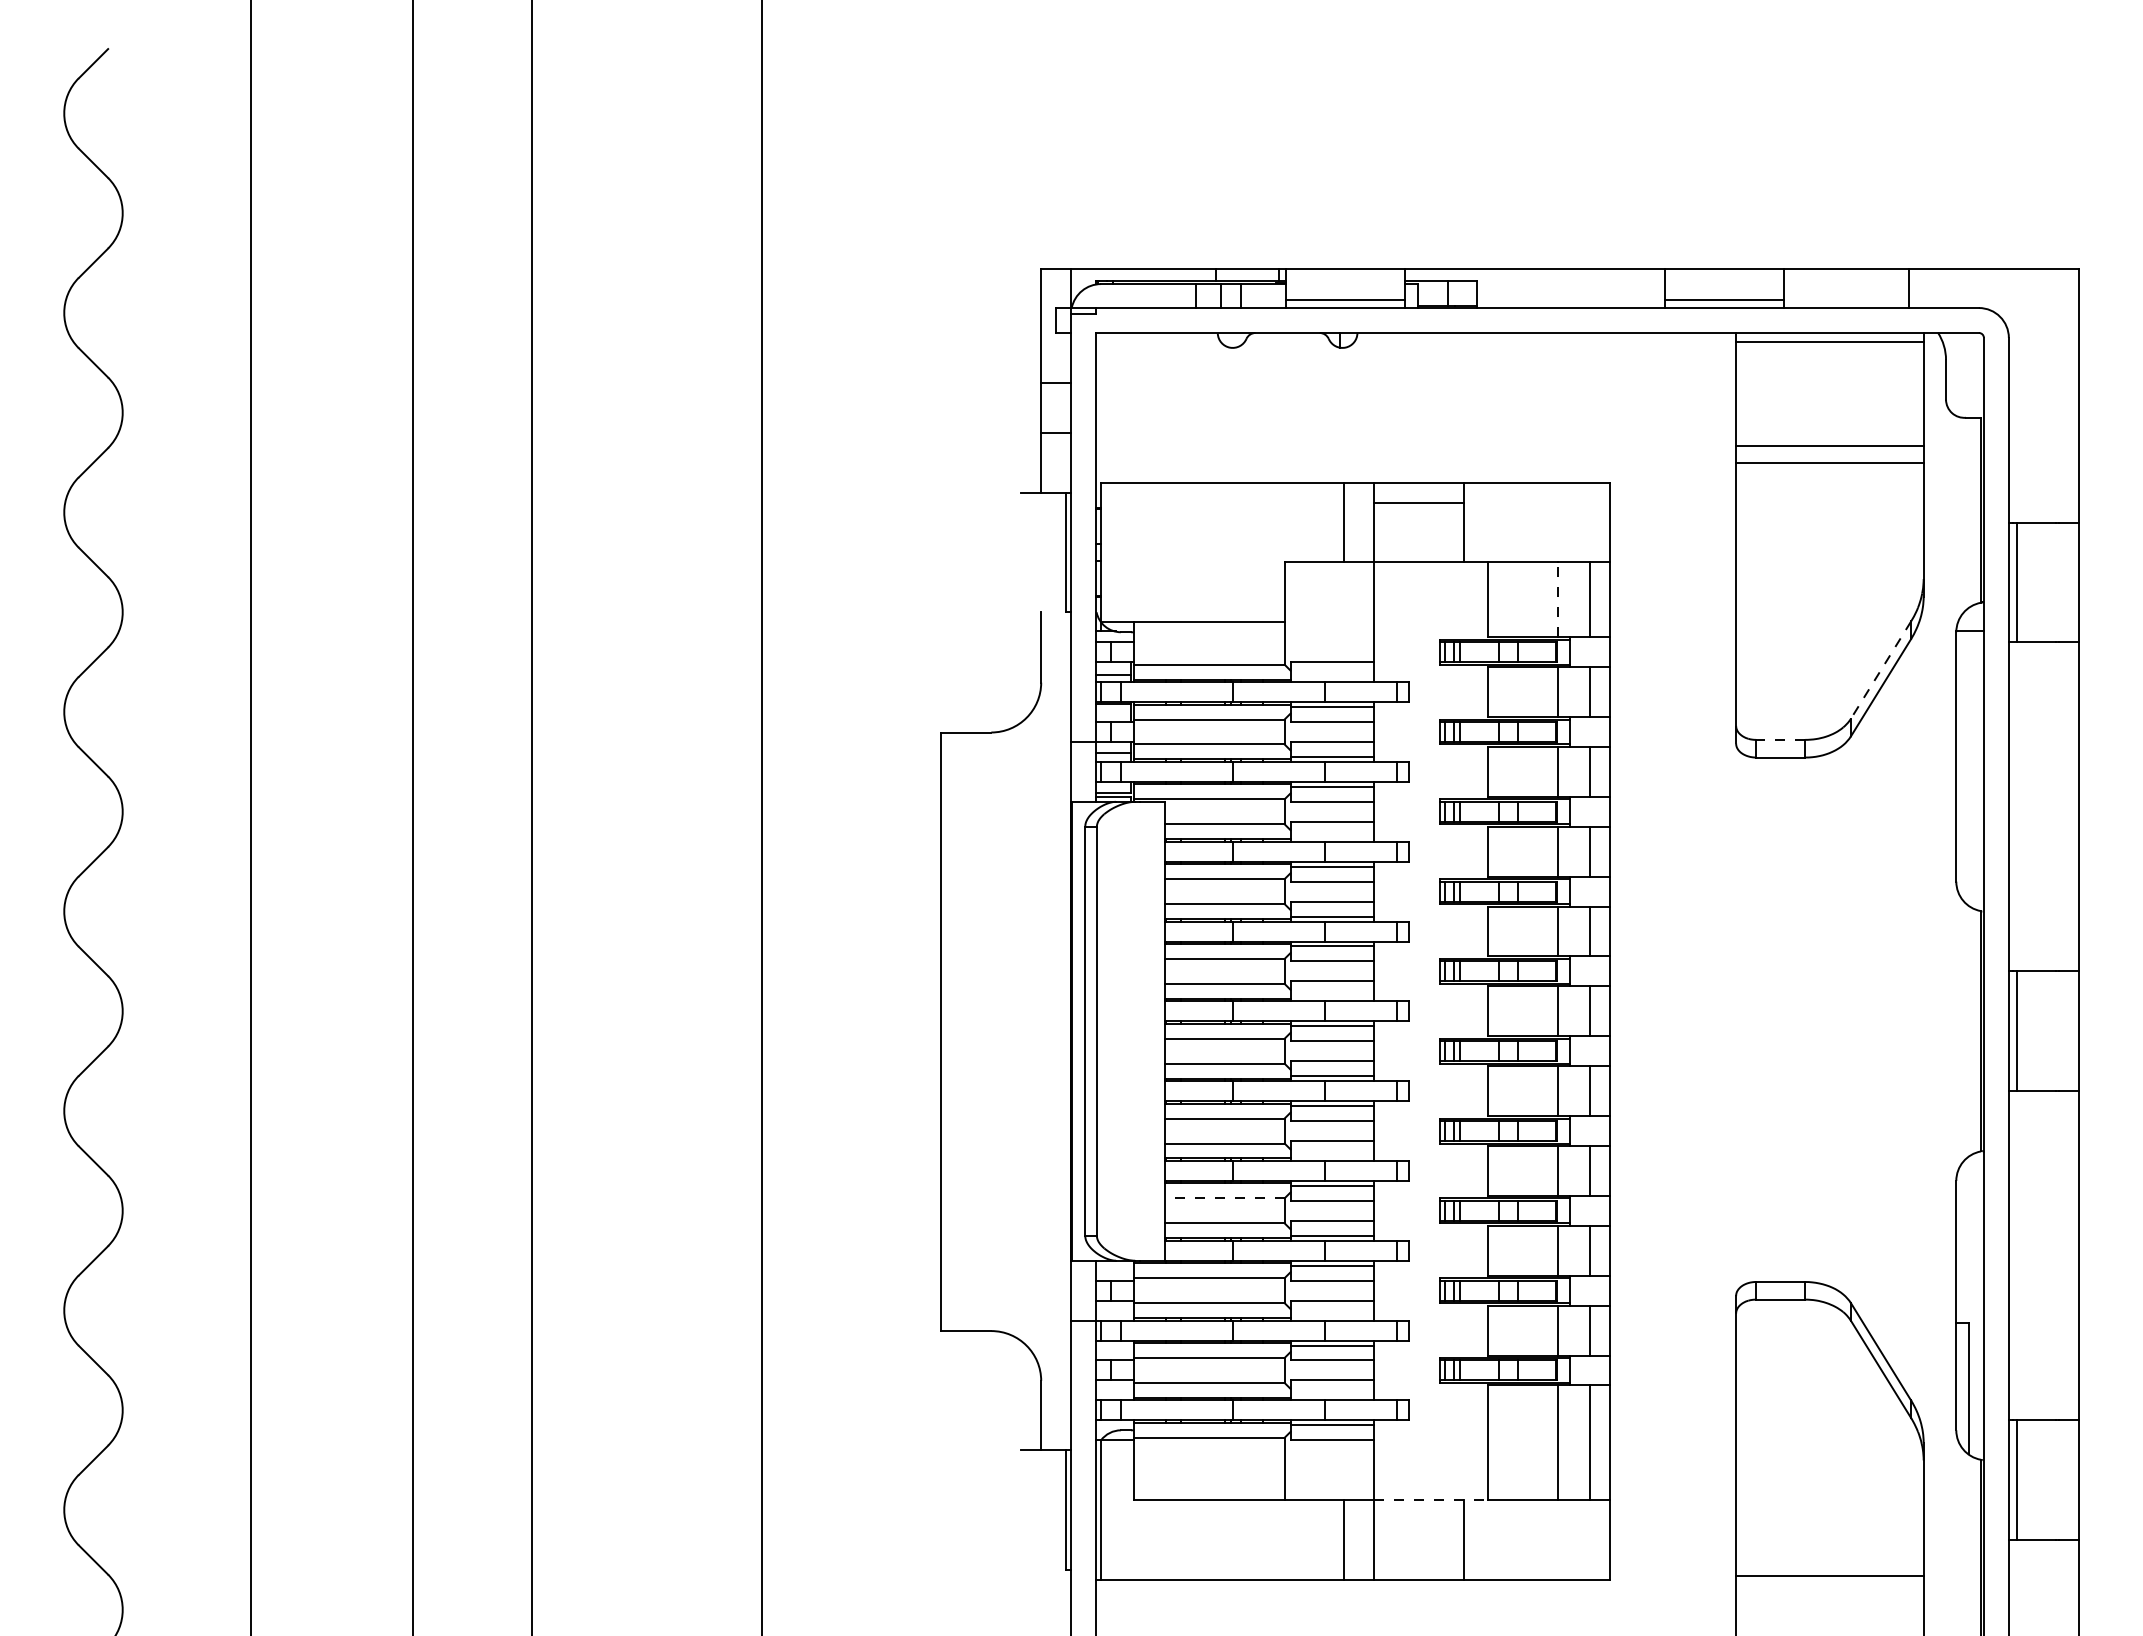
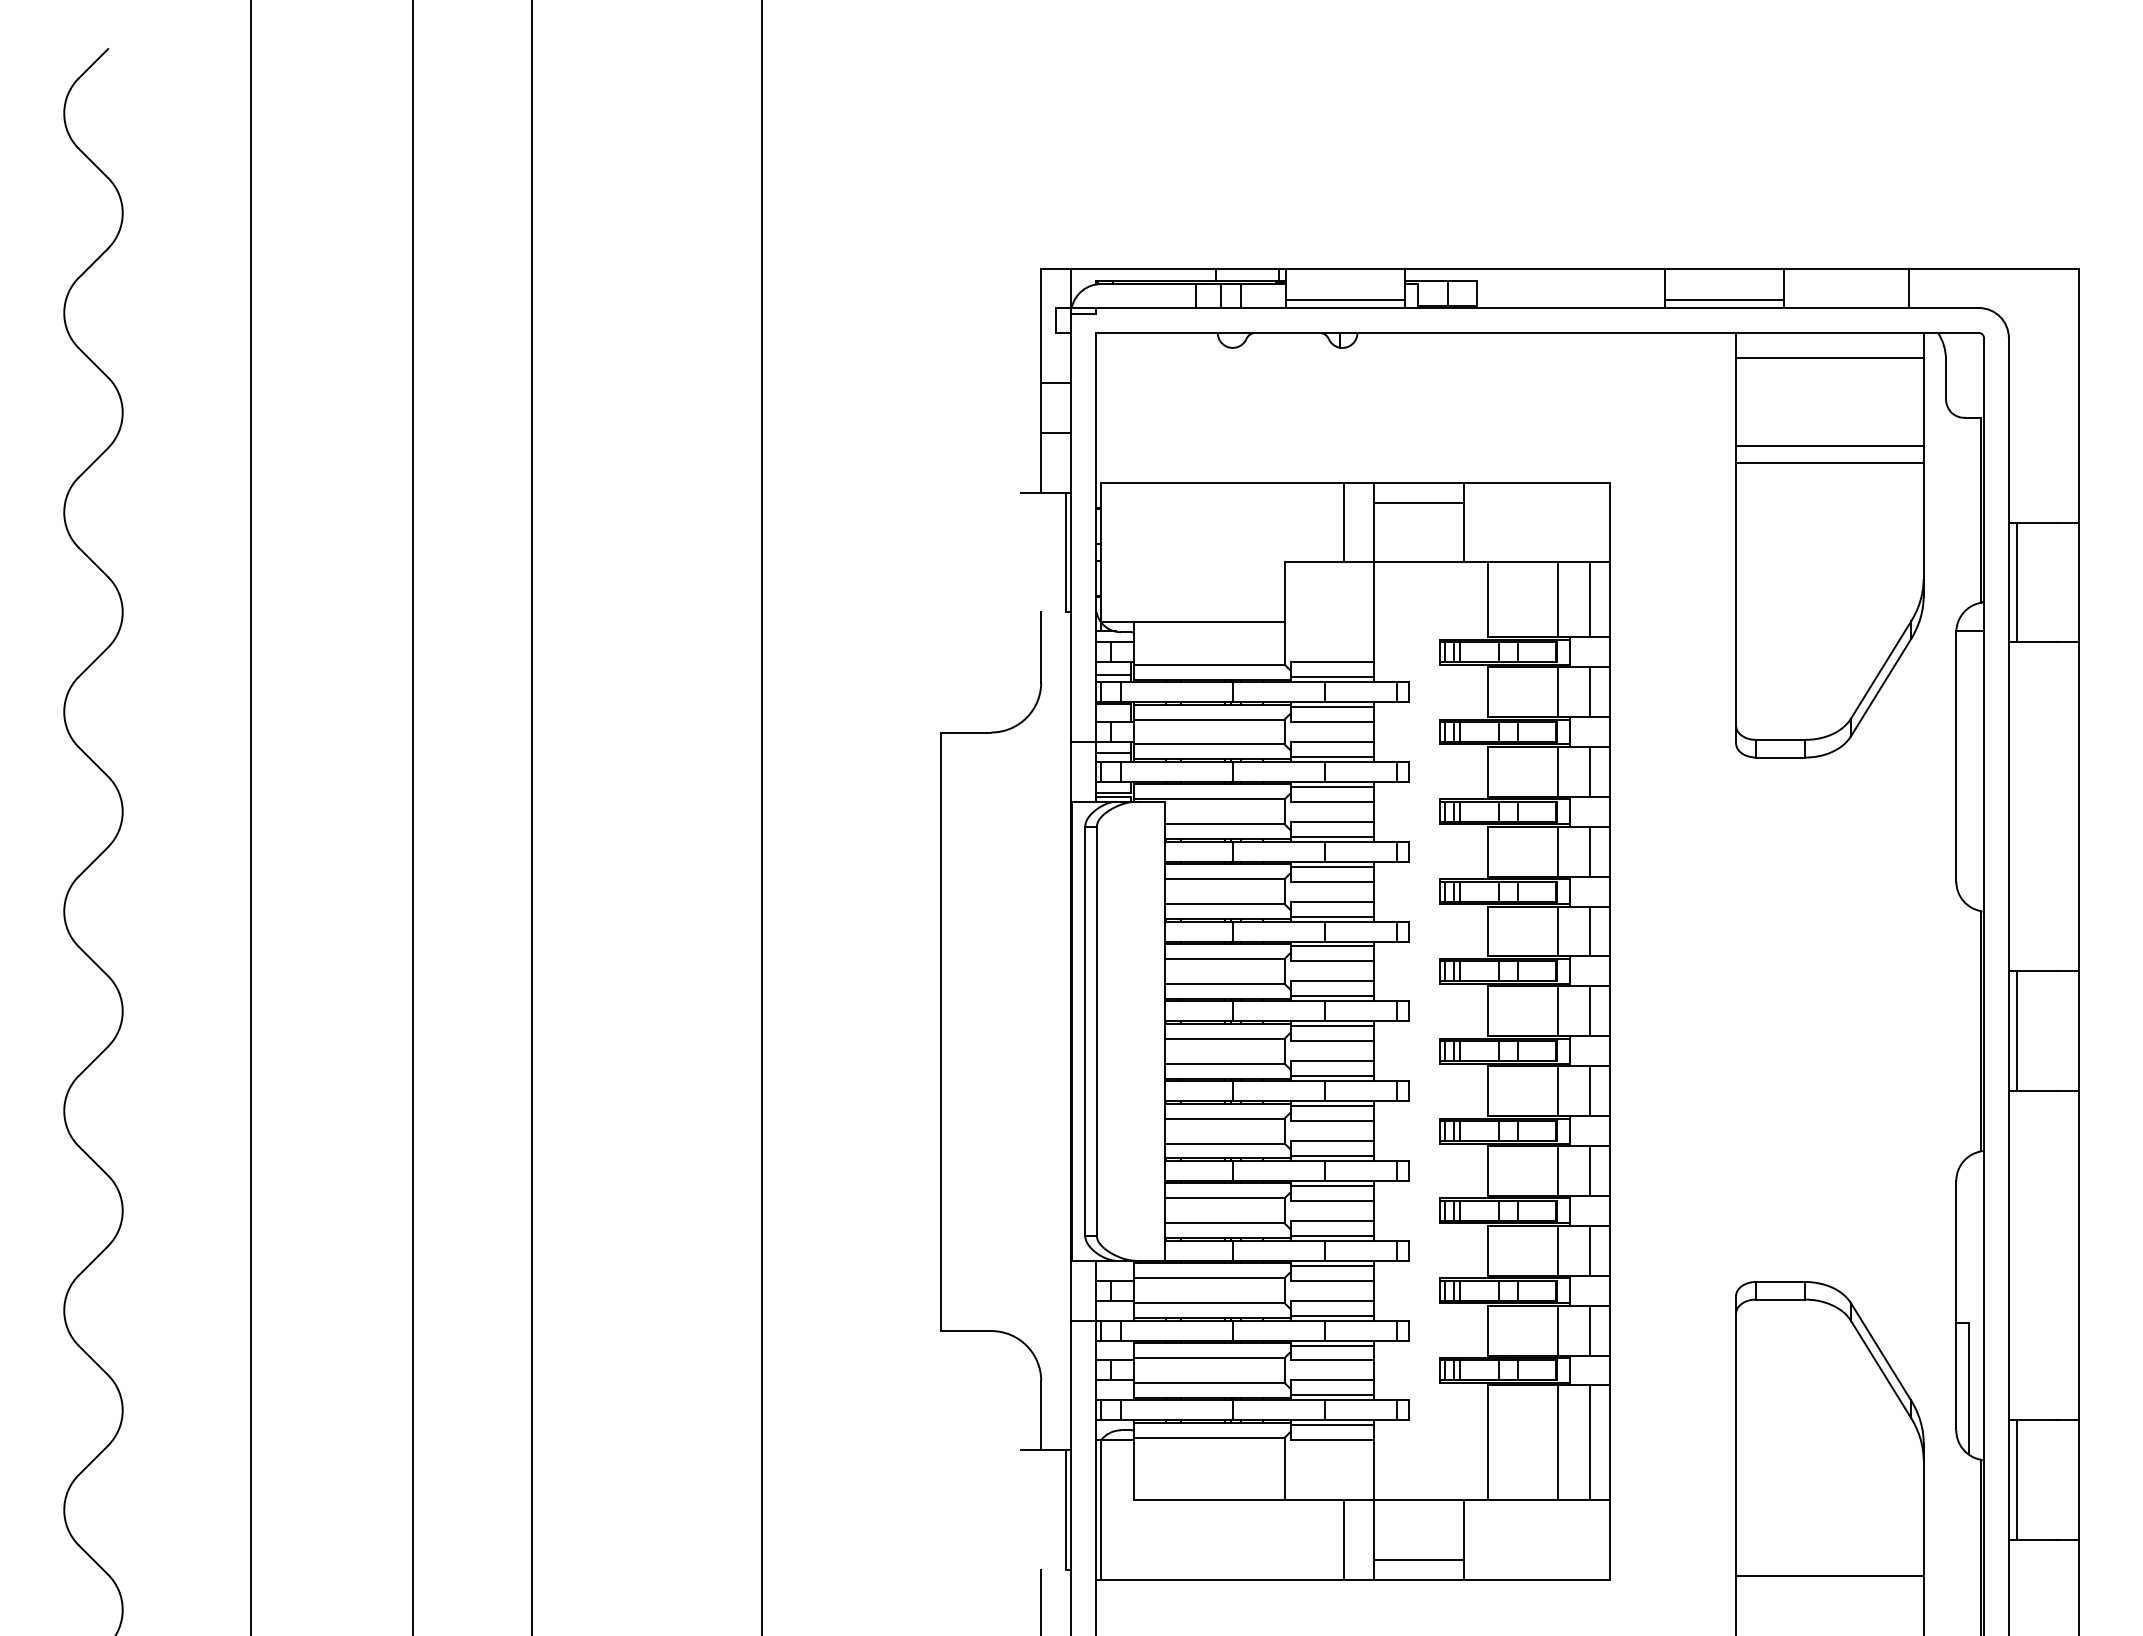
line at (1829, 341) position: (1829, 341) -> (1829, 357)
line at (1557, 599): dashed -> solid
line at (1880, 670): dashed -> solid
line at (1332, 677): none -> present
line at (1780, 739): dashed -> solid
line at (1332, 836): none -> present
line at (1332, 996): none -> present
line at (1332, 1155): none -> present
line at (1224, 1198): dashed -> solid
line at (1332, 1315): none -> present
line at (1332, 1395): none -> present
line at (1431, 1500): dashed -> solid
line at (1419, 1560): none -> present
line at (1041, 1600): none -> present
